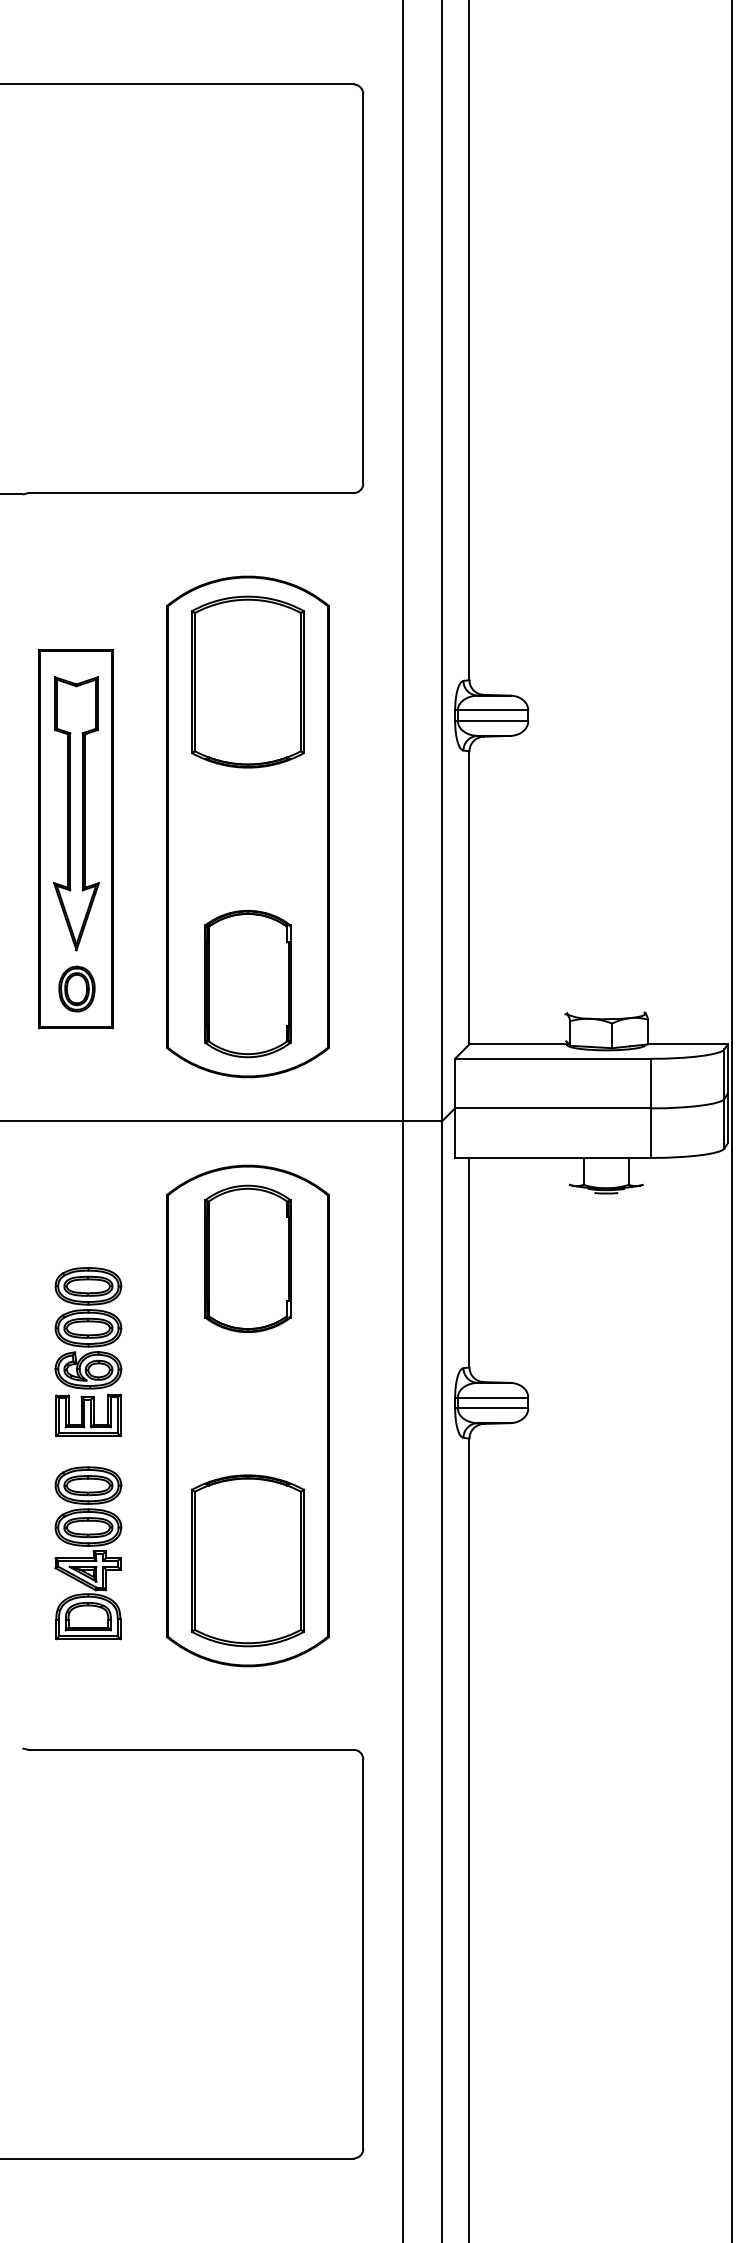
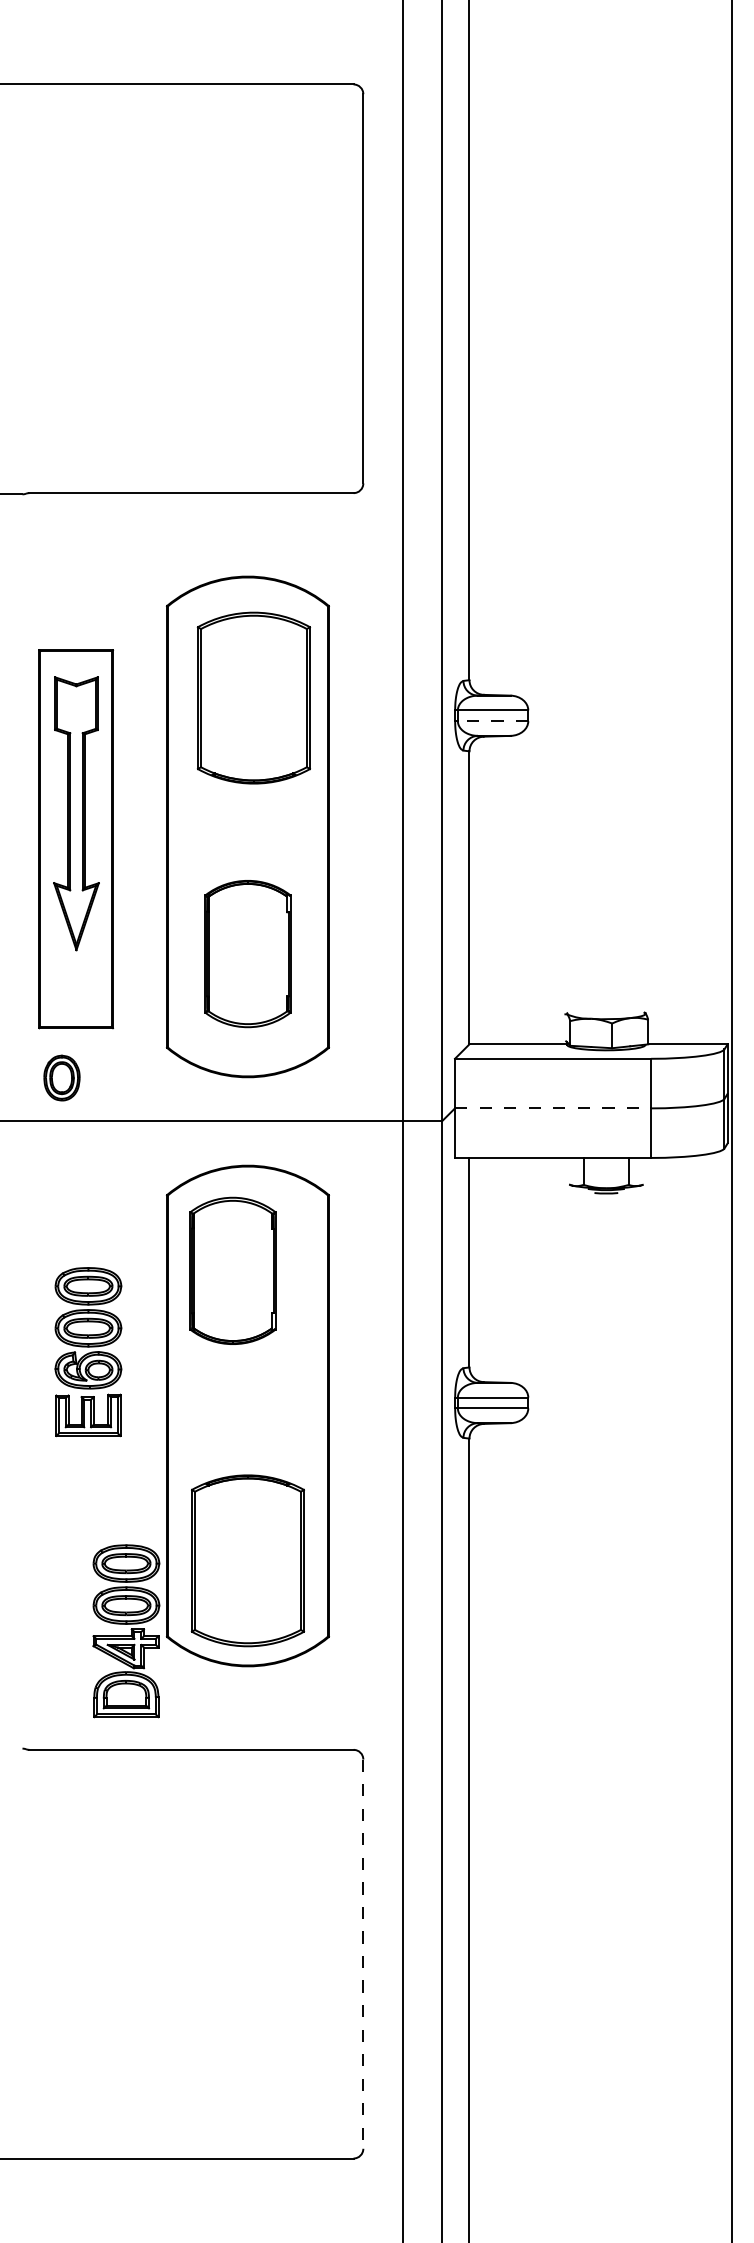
part at (247, 681) position: (247, 681) -> (253, 697)
line at (492, 721): solid -> dashed
part at (247, 984) position: (247, 984) -> (247, 954)
part at (76, 988) position: (76, 988) -> (61, 1077)
line at (553, 1108): solid -> dashed
part at (247, 1258) position: (247, 1258) -> (232, 1270)
part at (88, 1553) position: (88, 1553) -> (126, 1631)
line at (363, 1954): solid -> dashed
